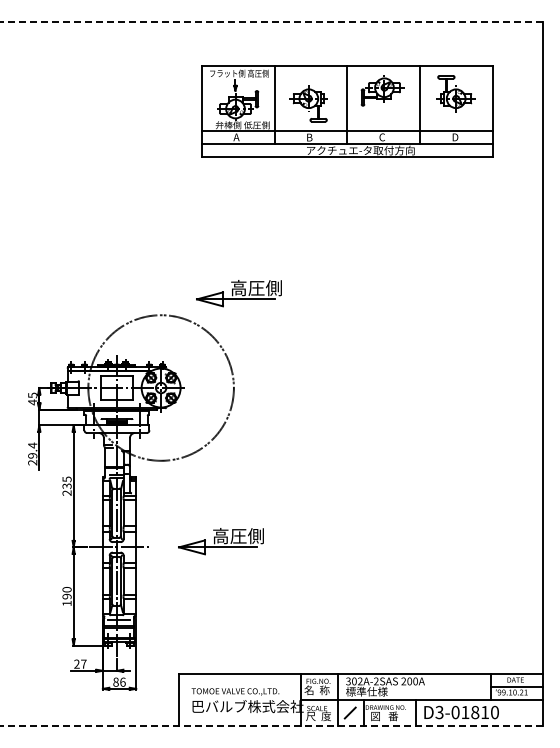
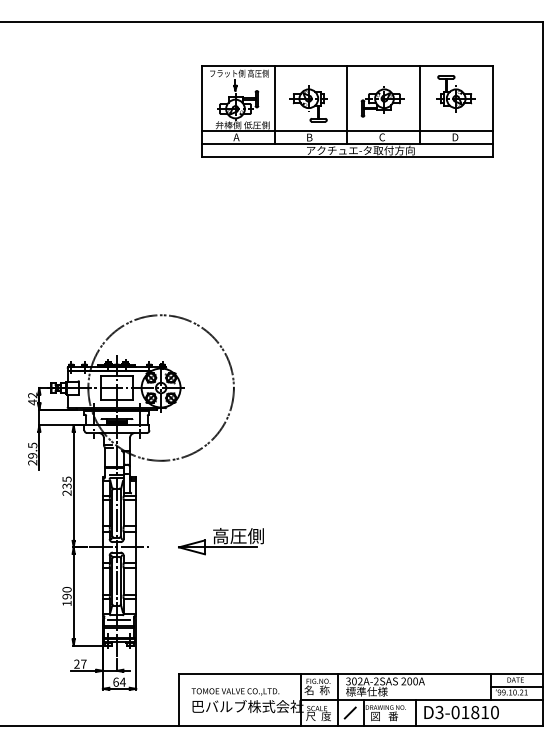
line at (271, 22): dashed -> solid
part at (382, 90) position: (382, 90) -> (382, 101)
part at (238, 293): present -> none
text at (32, 395): 45 -> 42
text at (32, 445): 29.4 -> 29.5
text at (119, 681): 86 -> 64
line at (271, 725): dashed -> solid
